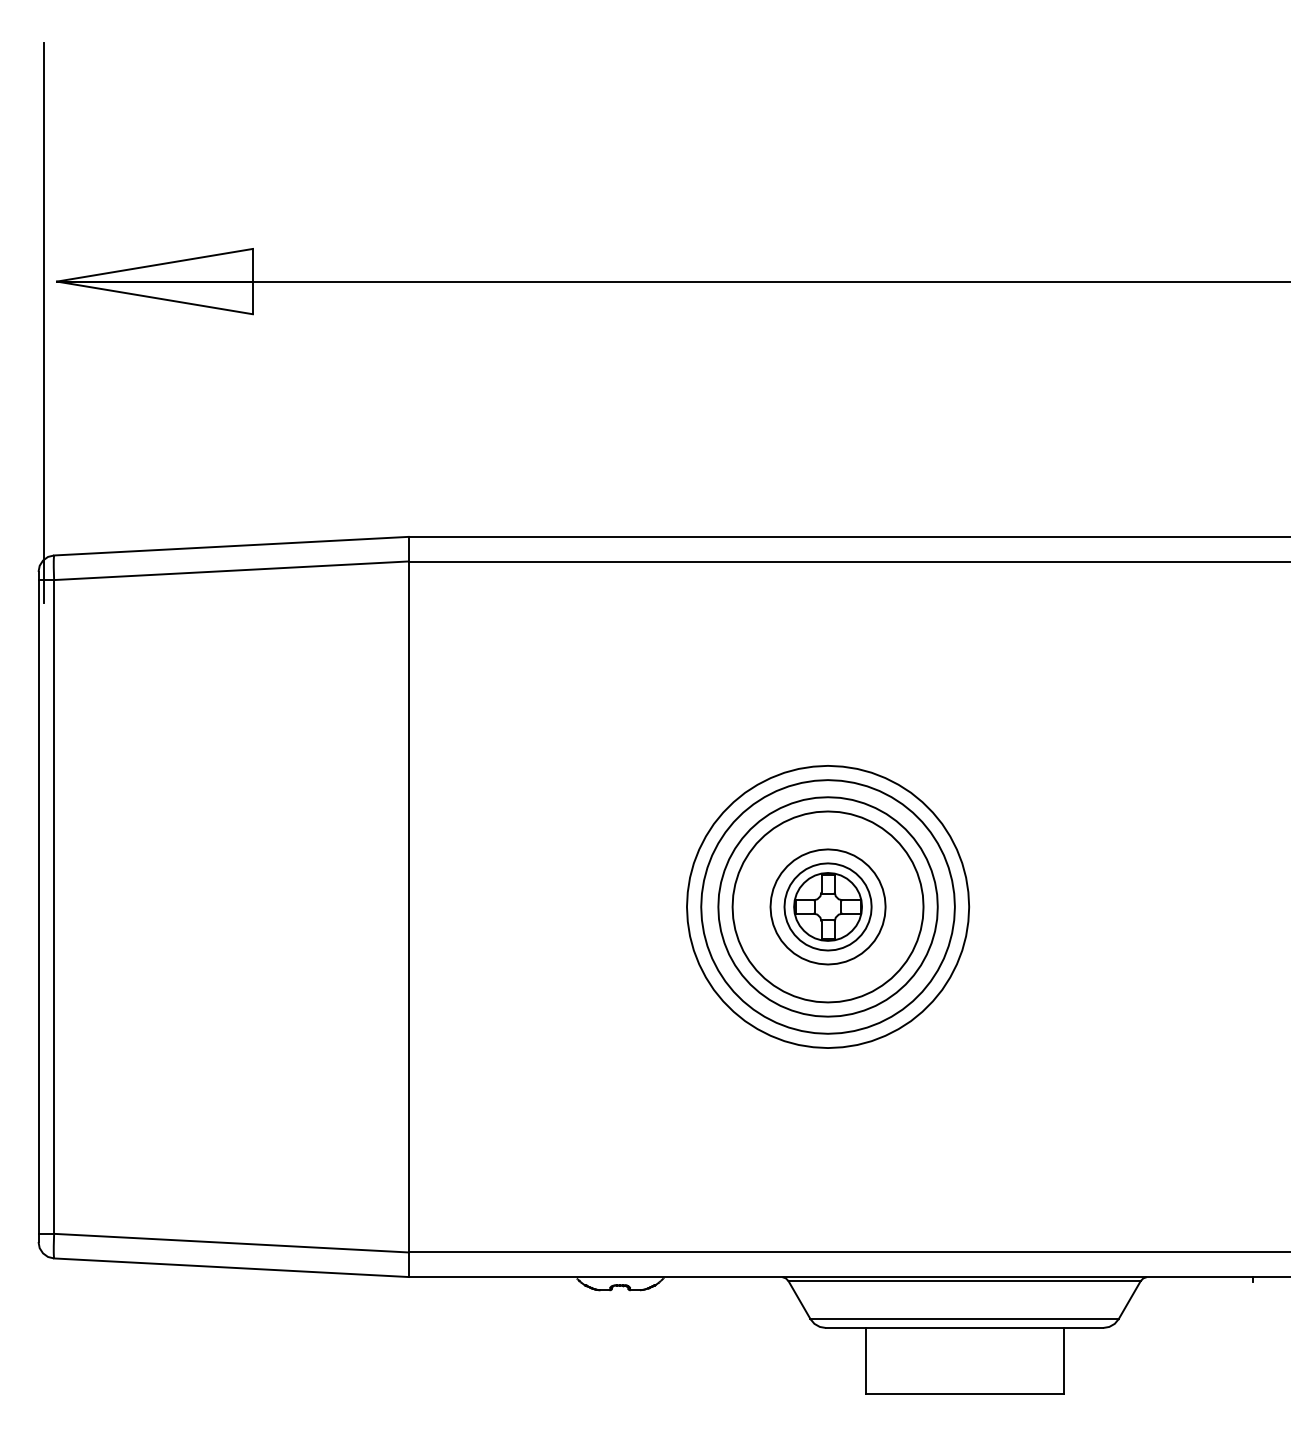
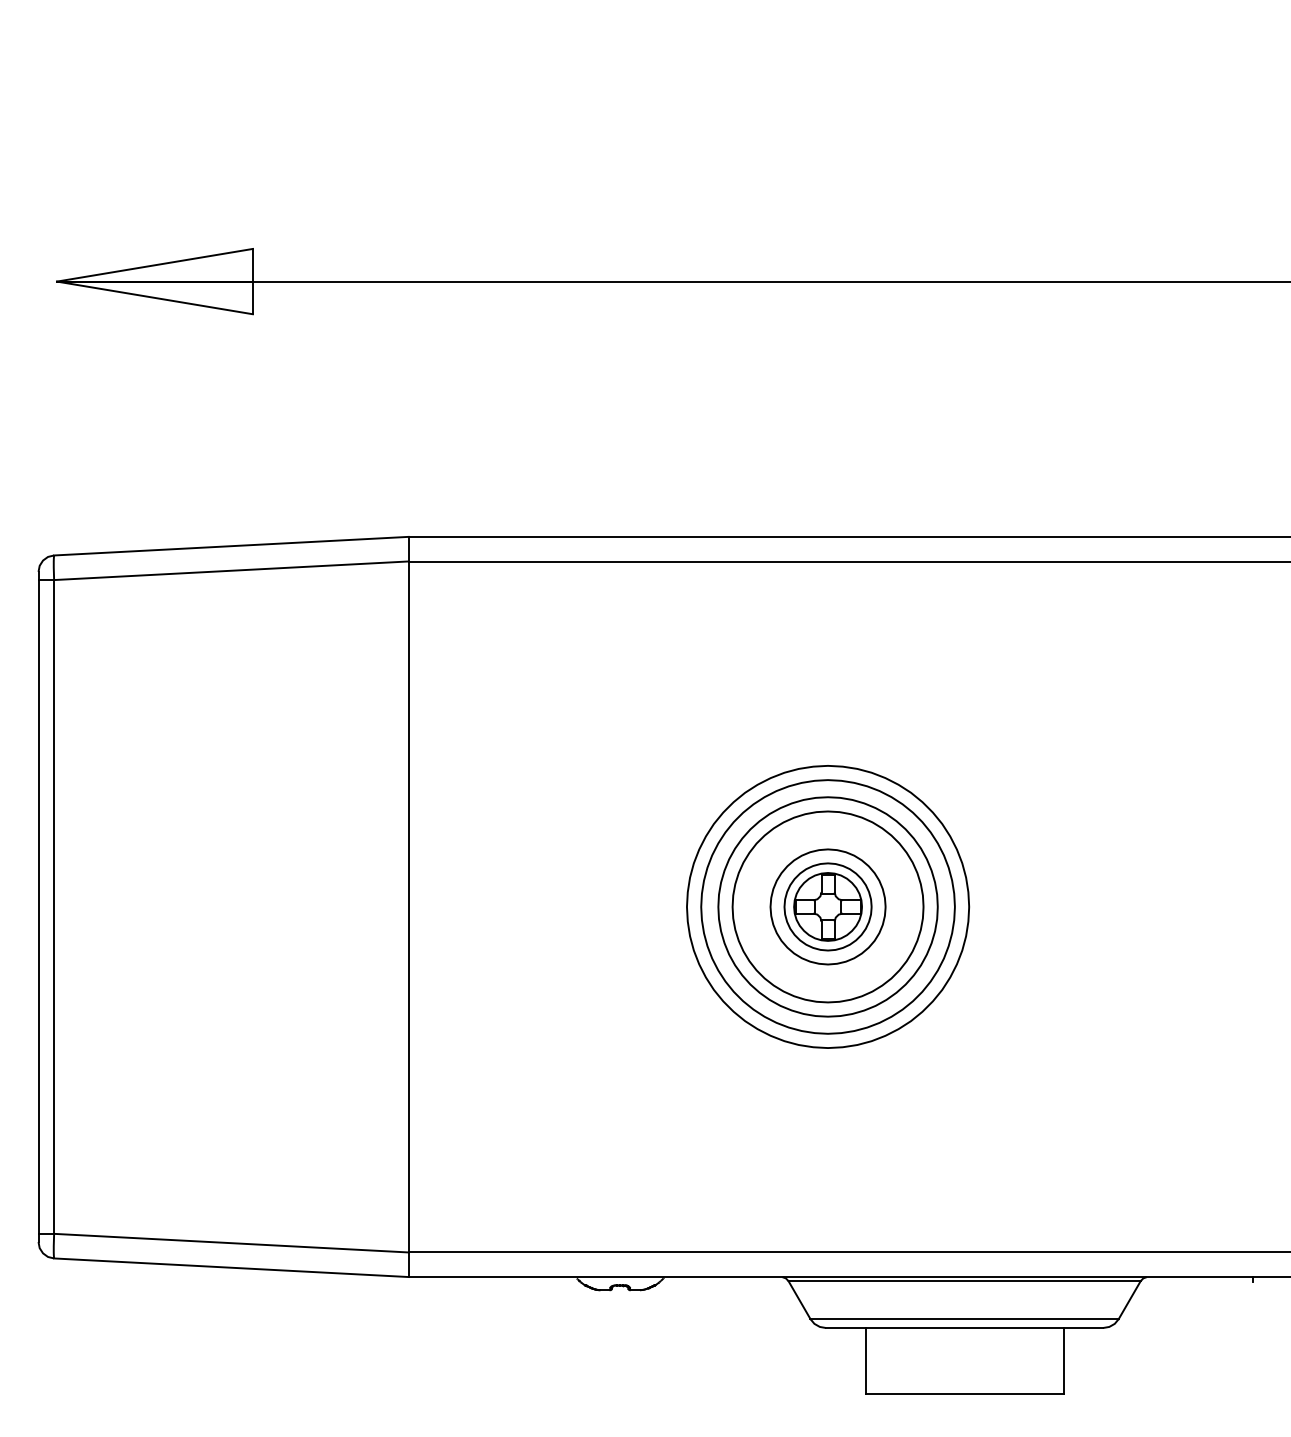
line at (44, 322): present -> none
